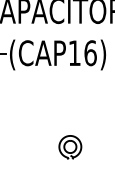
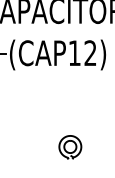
text at (90, 53): (CAP16) -> (CAP12)
